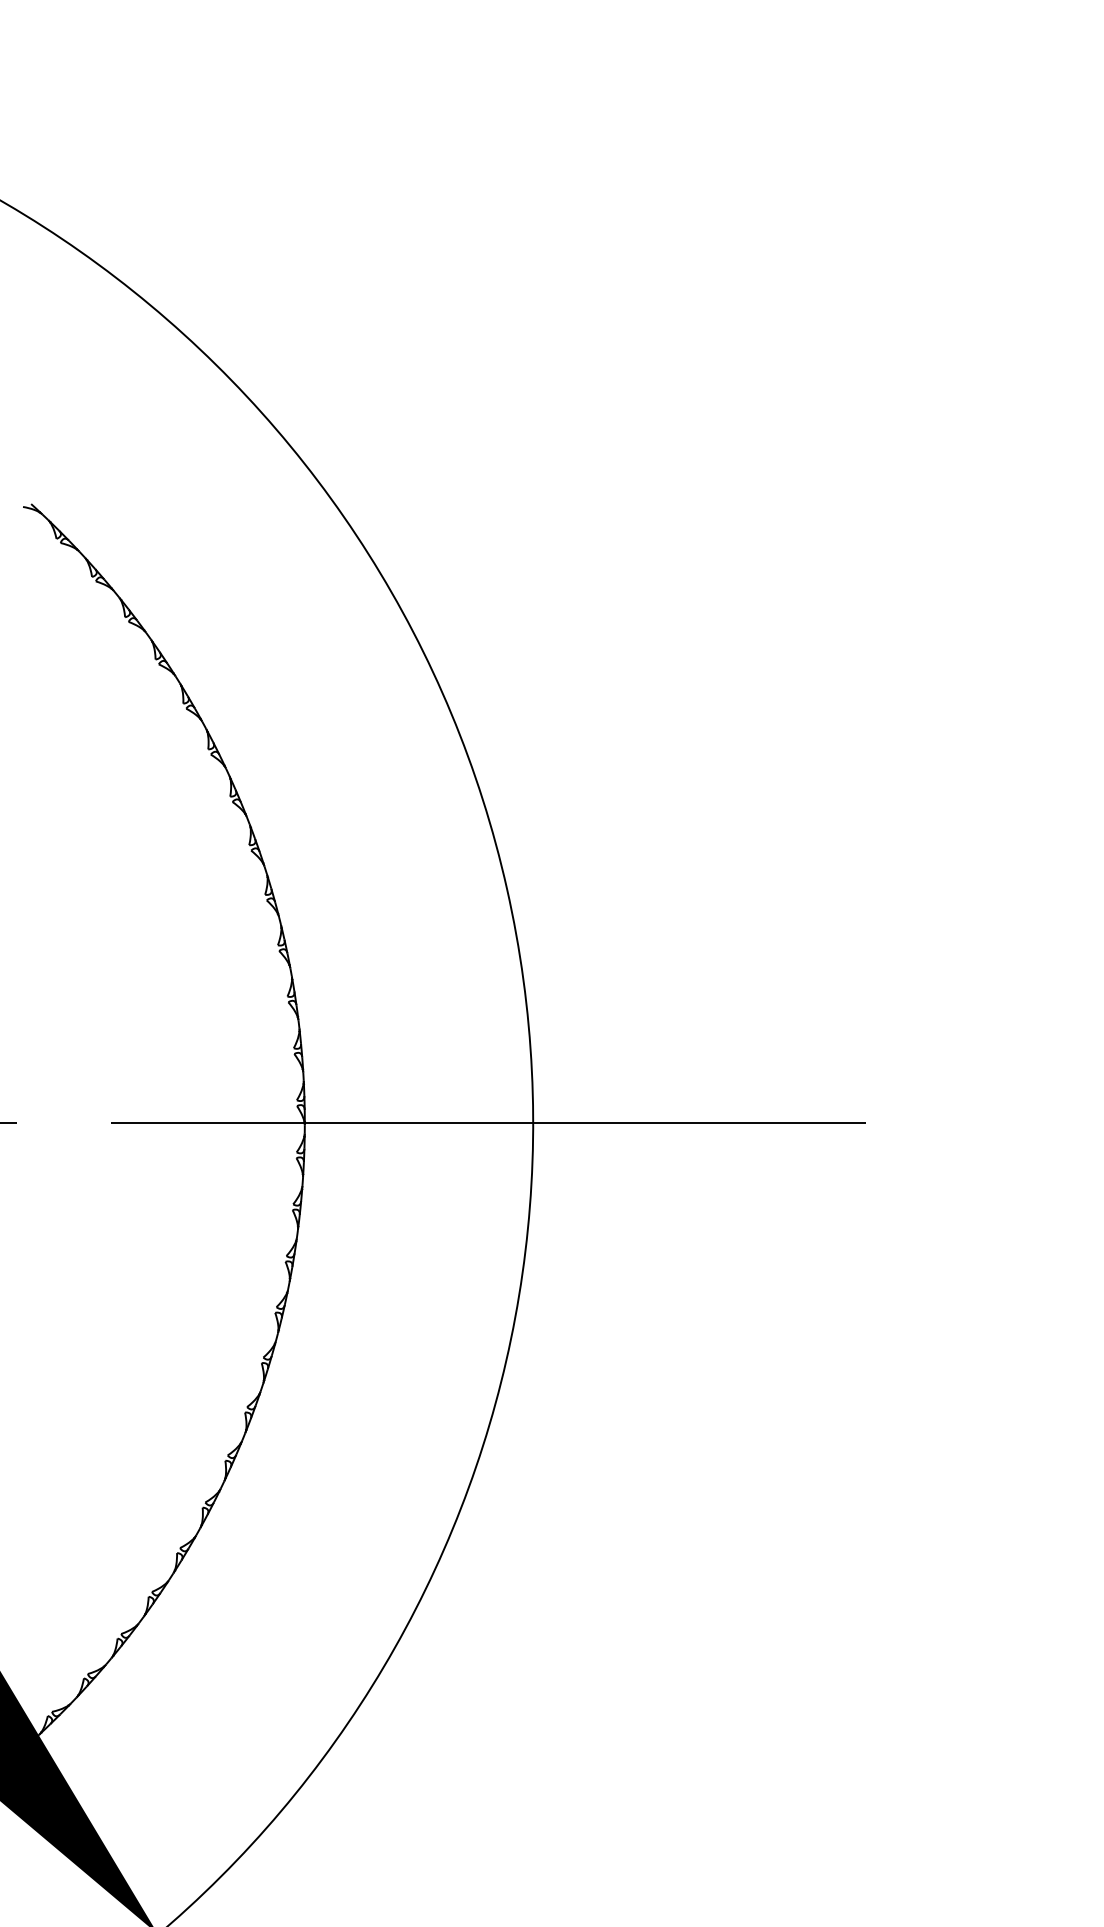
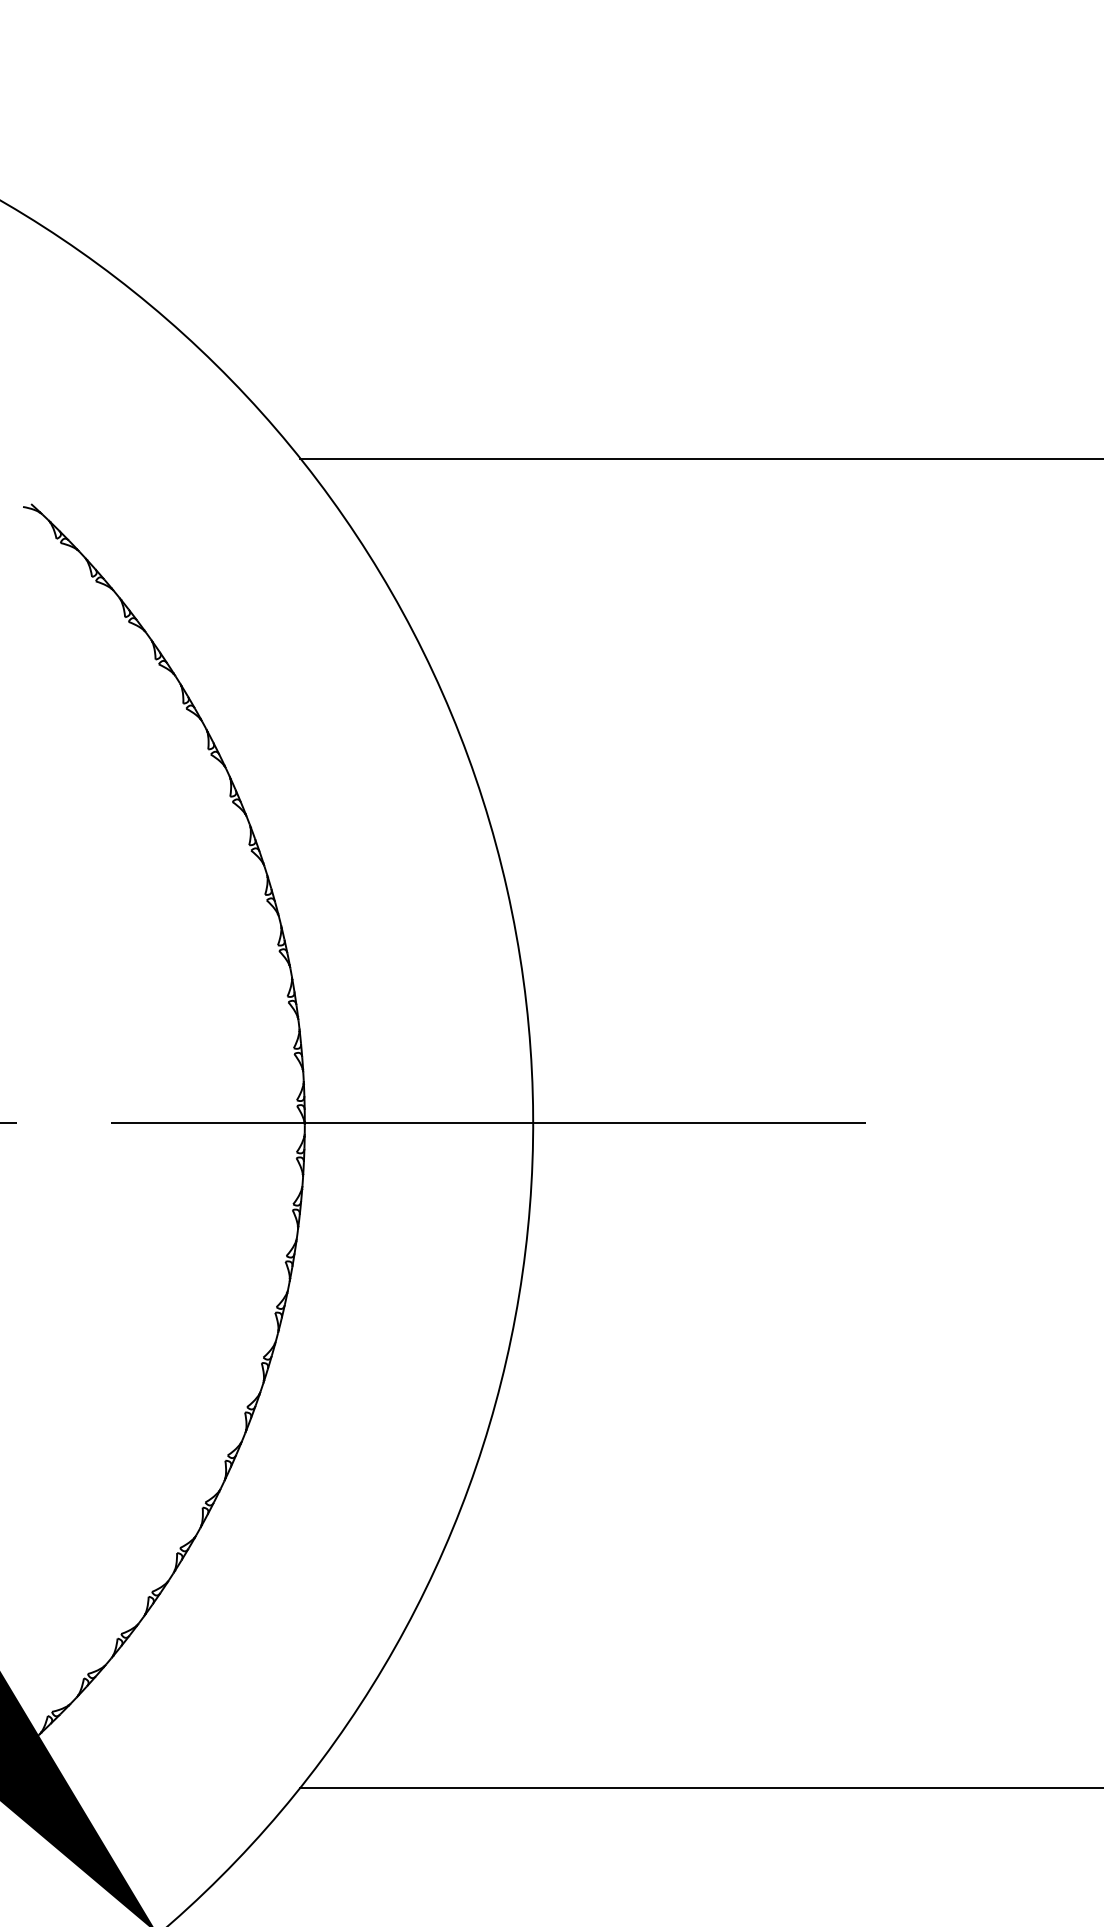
line at (700, 458): none -> present
line at (700, 1787): none -> present
